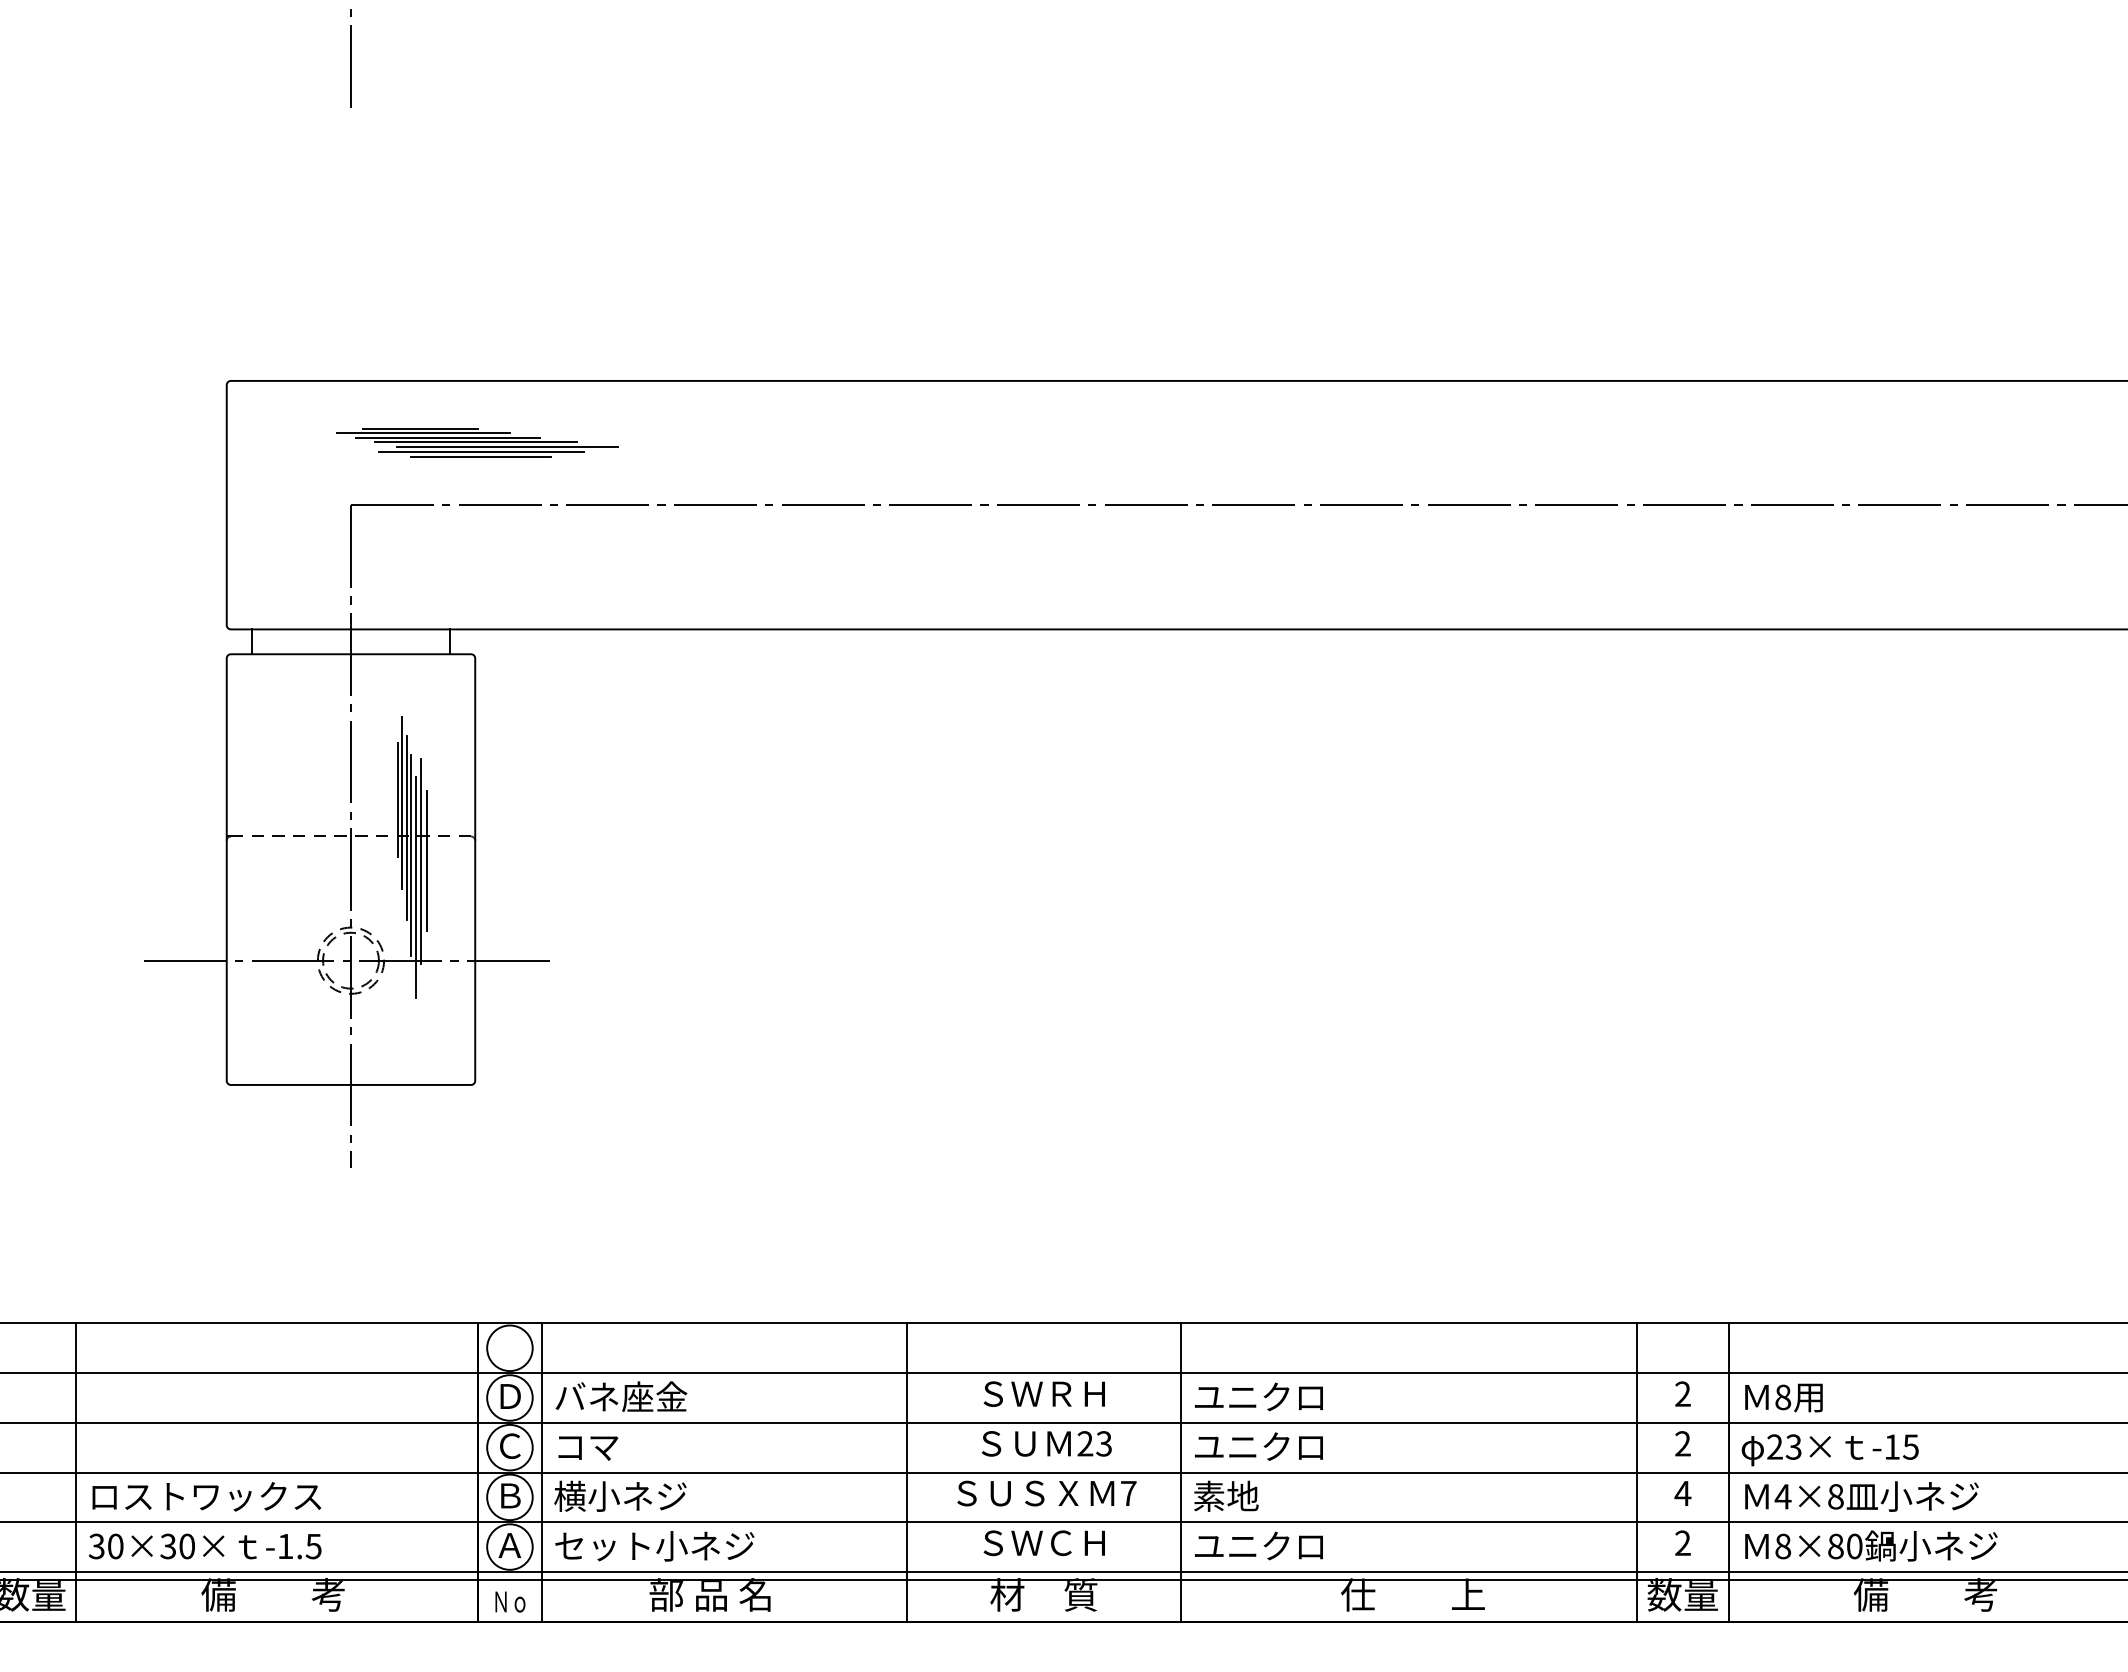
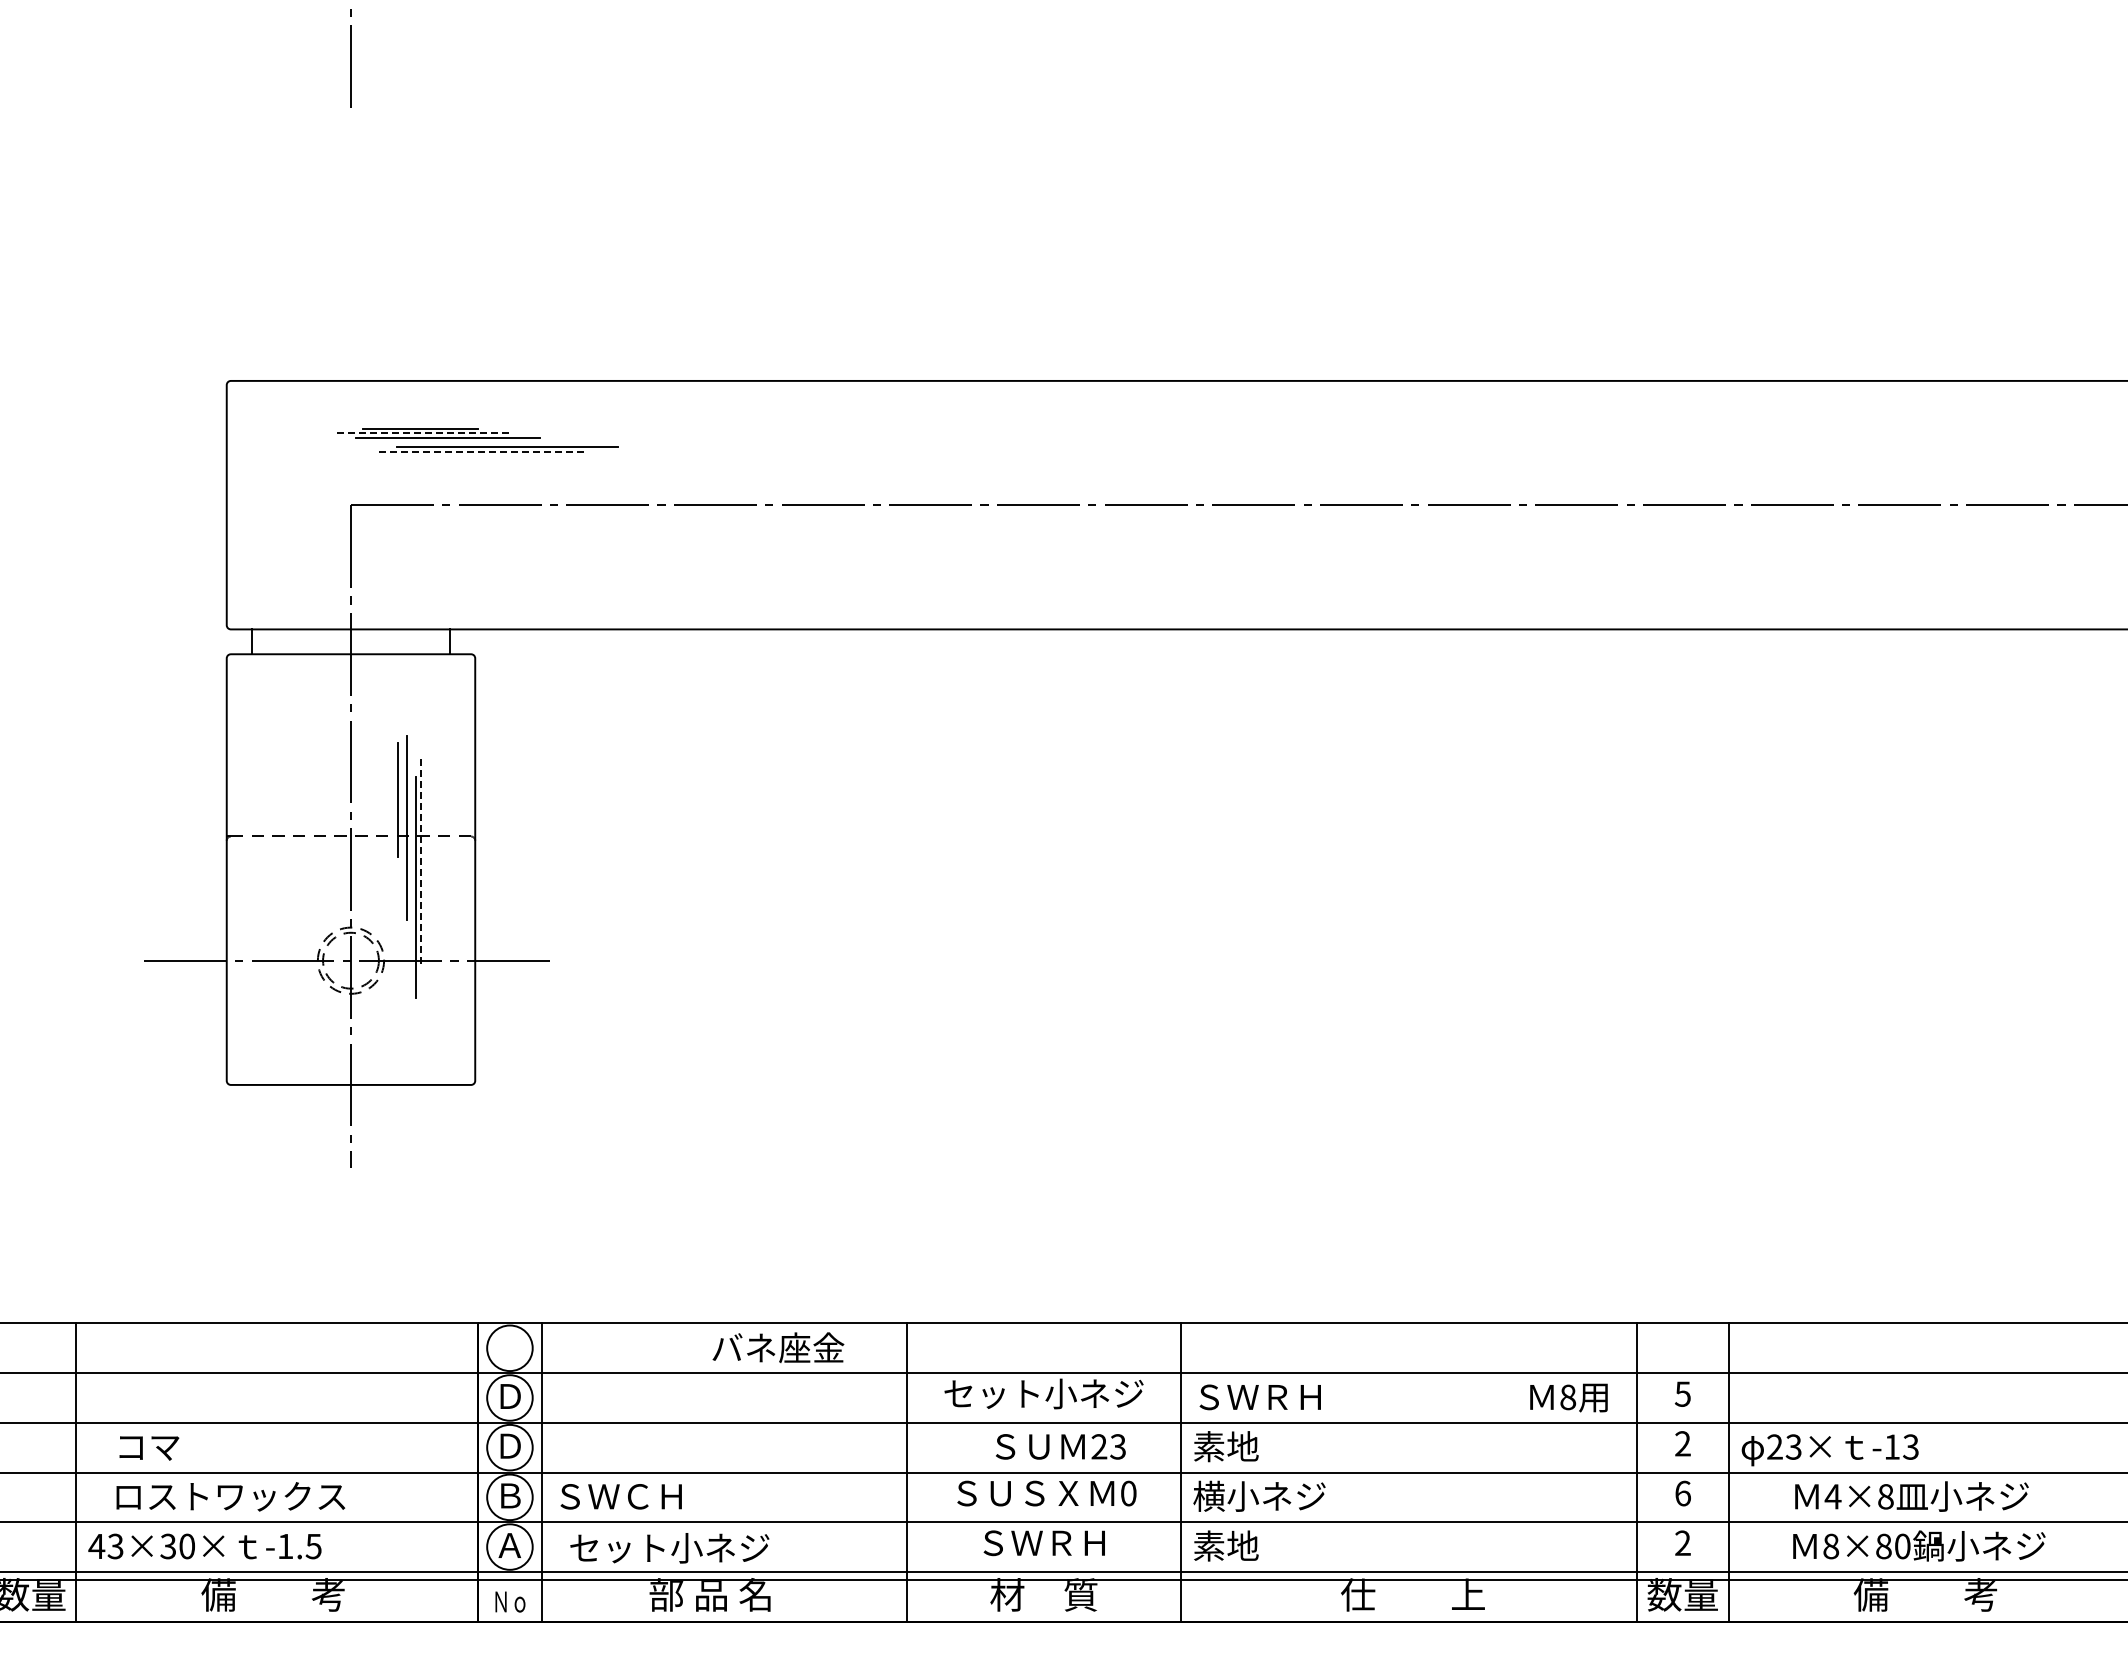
line at (424, 433): solid -> dashed
line at (475, 442): present -> none
line at (481, 451): solid -> dashed
line at (480, 457): present -> none
line at (402, 803): present -> none
line at (411, 855): present -> none
line at (426, 860): present -> none
line at (420, 861): solid -> dashed
text at (1043, 1393): ＳＷＲＨ -> セット小ネジ
text at (1682, 1393): 2 -> 5
text at (621, 1396) position: (621, 1396) -> (778, 1347)
text at (1258, 1396): ユニクロ -> ＳＷＲＨ
text at (1783, 1397) position: (1783, 1397) -> (1568, 1397)
text at (1046, 1443) position: (1046, 1443) -> (1060, 1446)
text at (510, 1445): Ｃ -> Ｄ
text at (1258, 1446): ユニクロ -> 素地
text at (1910, 1446): -15 -> -13
text at (588, 1448) position: (588, 1448) -> (149, 1448)
text at (1128, 1493): 7 -> 0
text at (1682, 1493): 4 -> 6
text at (620, 1495): 横小ネジ -> ＳＷＣＨ
text at (1259, 1495): 素地 -> 横小ネジ
text at (206, 1496) position: (206, 1496) -> (230, 1496)
text at (1861, 1496) position: (1861, 1496) -> (1911, 1496)
text at (1061, 1543): ＳＷＣＨ -> ＳＷＲＨ
text at (1258, 1545): ユニクロ -> 素地
text at (1871, 1545) position: (1871, 1545) -> (1919, 1545)
text at (105, 1546): 30×30× -> 43×30×
text at (654, 1546) position: (654, 1546) -> (669, 1548)
